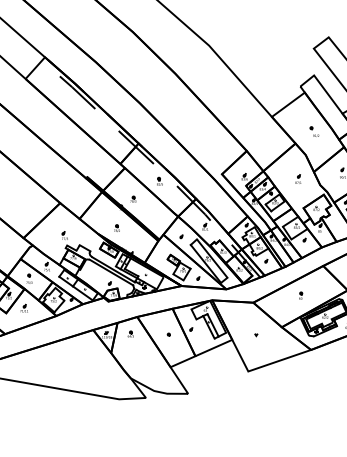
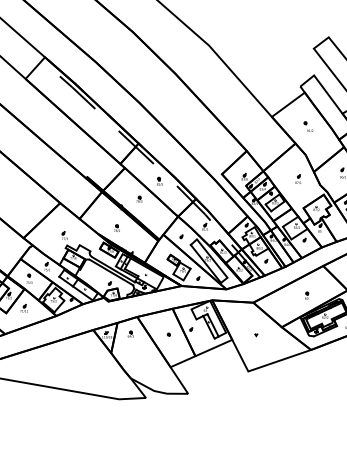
part at (314, 131) position: (314, 131) -> (308, 126)
part at (133, 198) position: (133, 198) -> (139, 198)
part at (301, 295) position: (301, 295) -> (307, 295)
